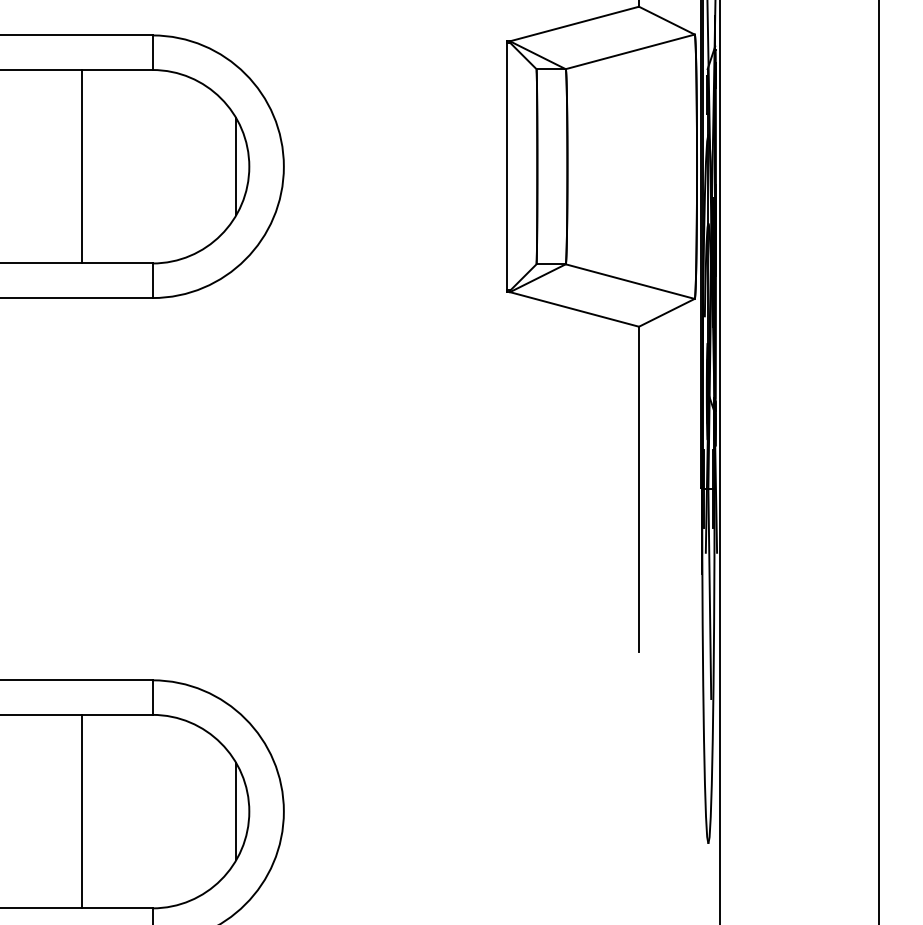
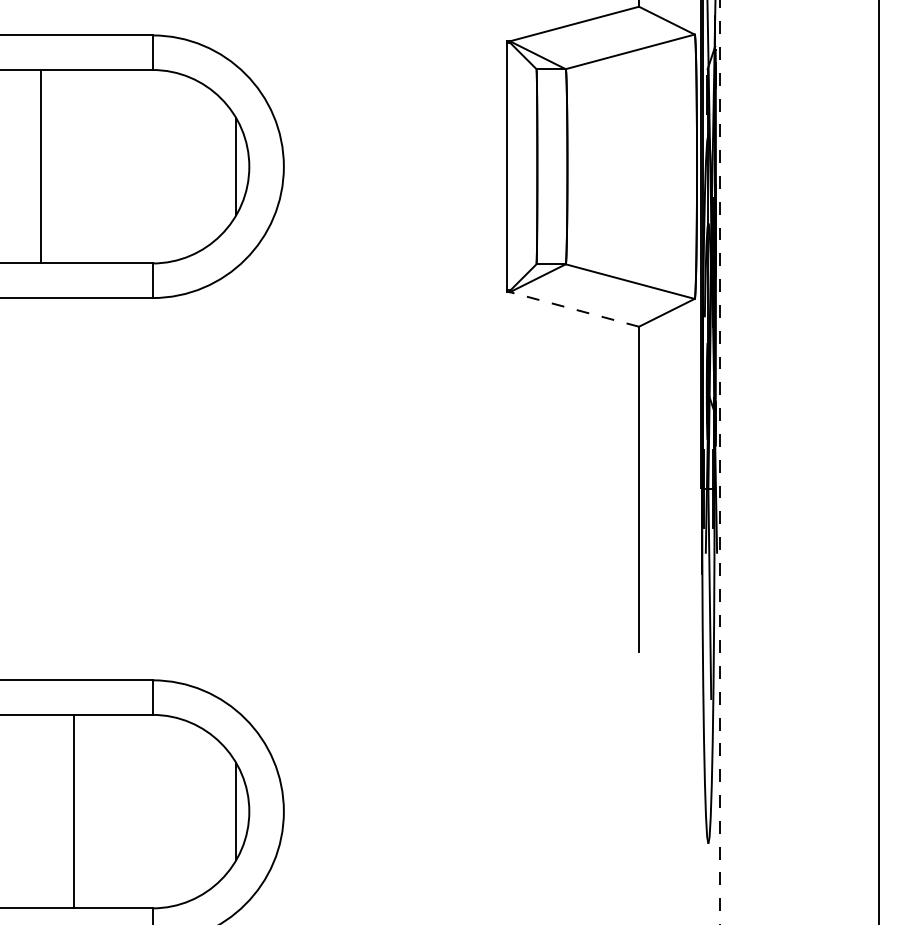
line at (81, 166) position: (81, 166) -> (40, 166)
line at (574, 309): solid -> dashed
line at (720, 462): solid -> dashed
line at (81, 811) position: (81, 811) -> (73, 811)
